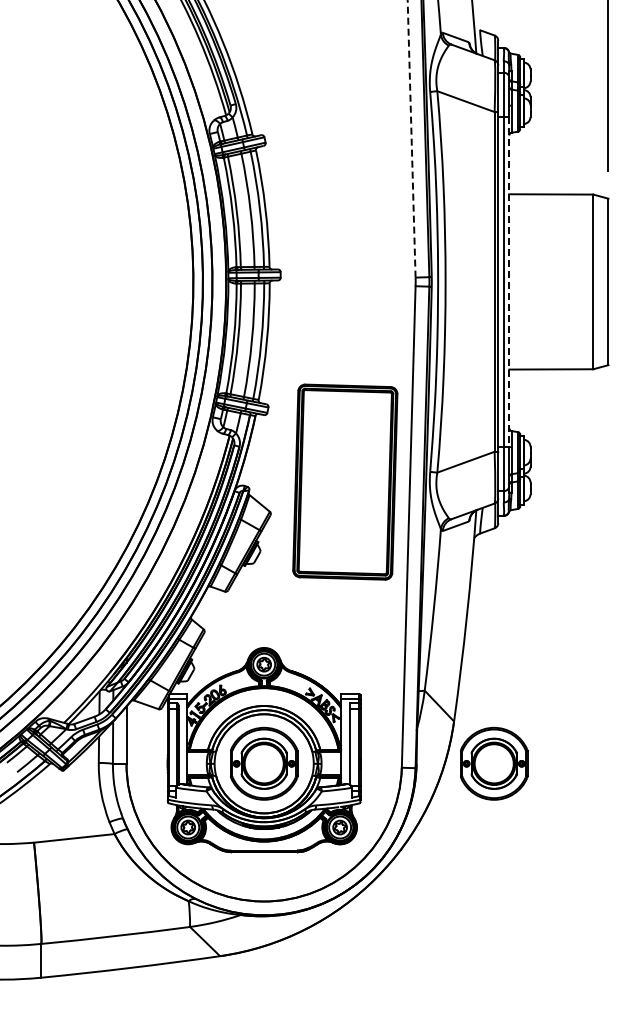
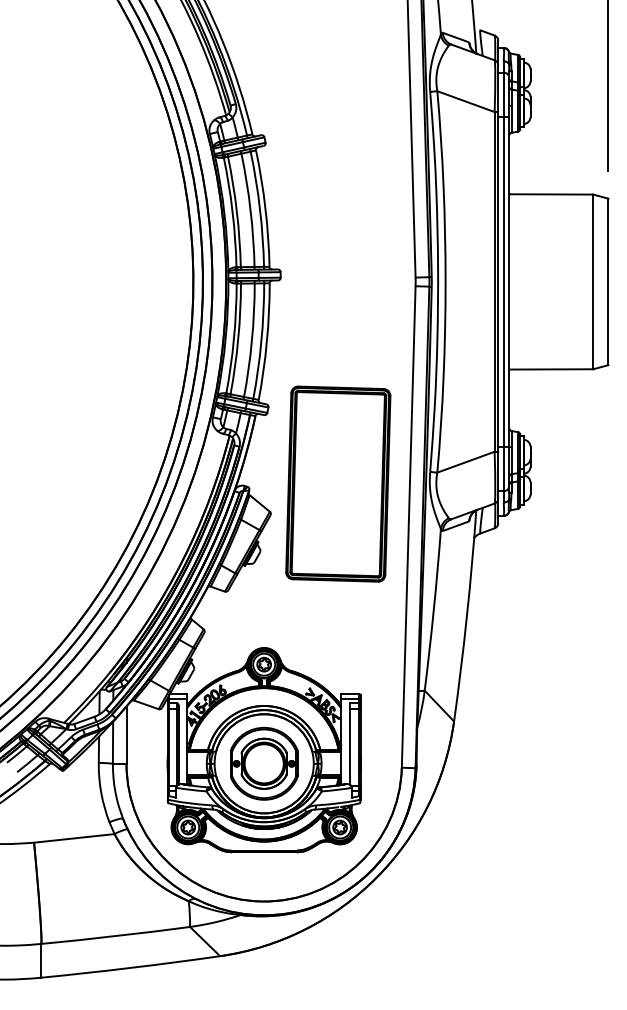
line at (411, 138): dashed -> solid
line at (509, 282): dashed -> solid
part at (345, 481) position: (345, 481) -> (338, 483)
part at (494, 763): present -> none
